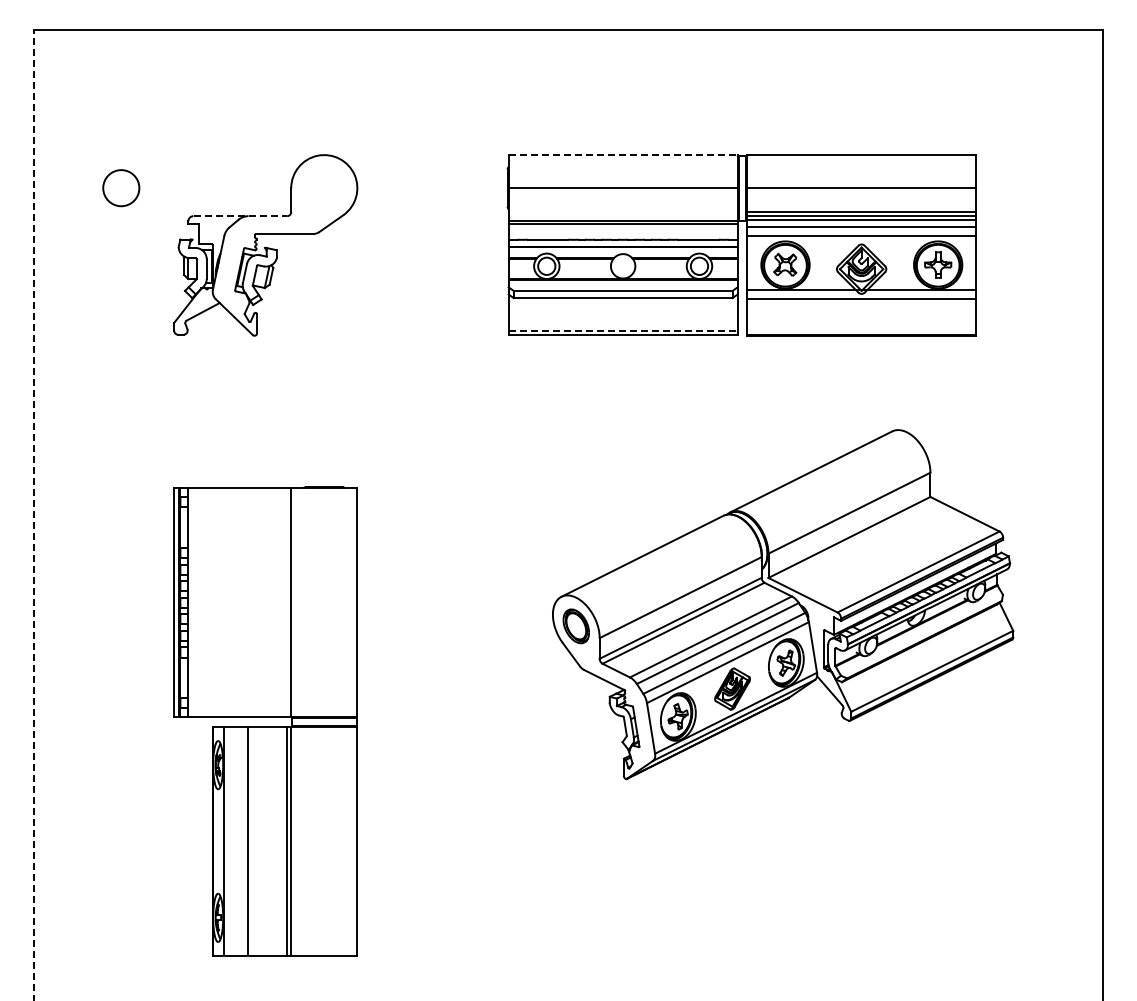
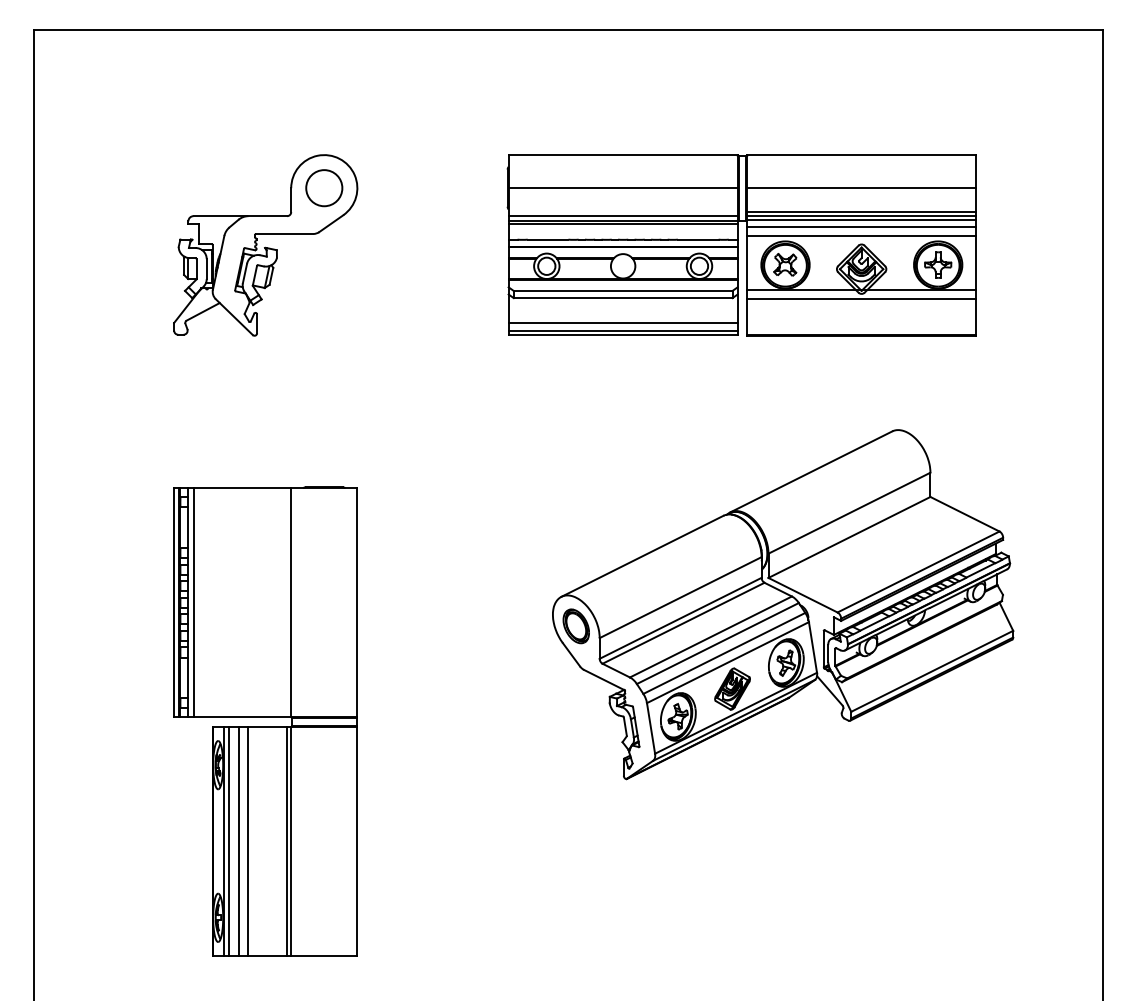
line at (623, 155): dashed -> solid
circle at (121, 188) position: (121, 188) -> (324, 188)
line at (240, 216): dashed -> solid
line at (622, 216): none -> present
line at (622, 322): none -> present
line at (623, 330): dashed -> solid
line at (34, 514): dashed -> solid
line at (193, 602): none -> present
line at (229, 841): none -> present
line at (238, 841): none -> present
